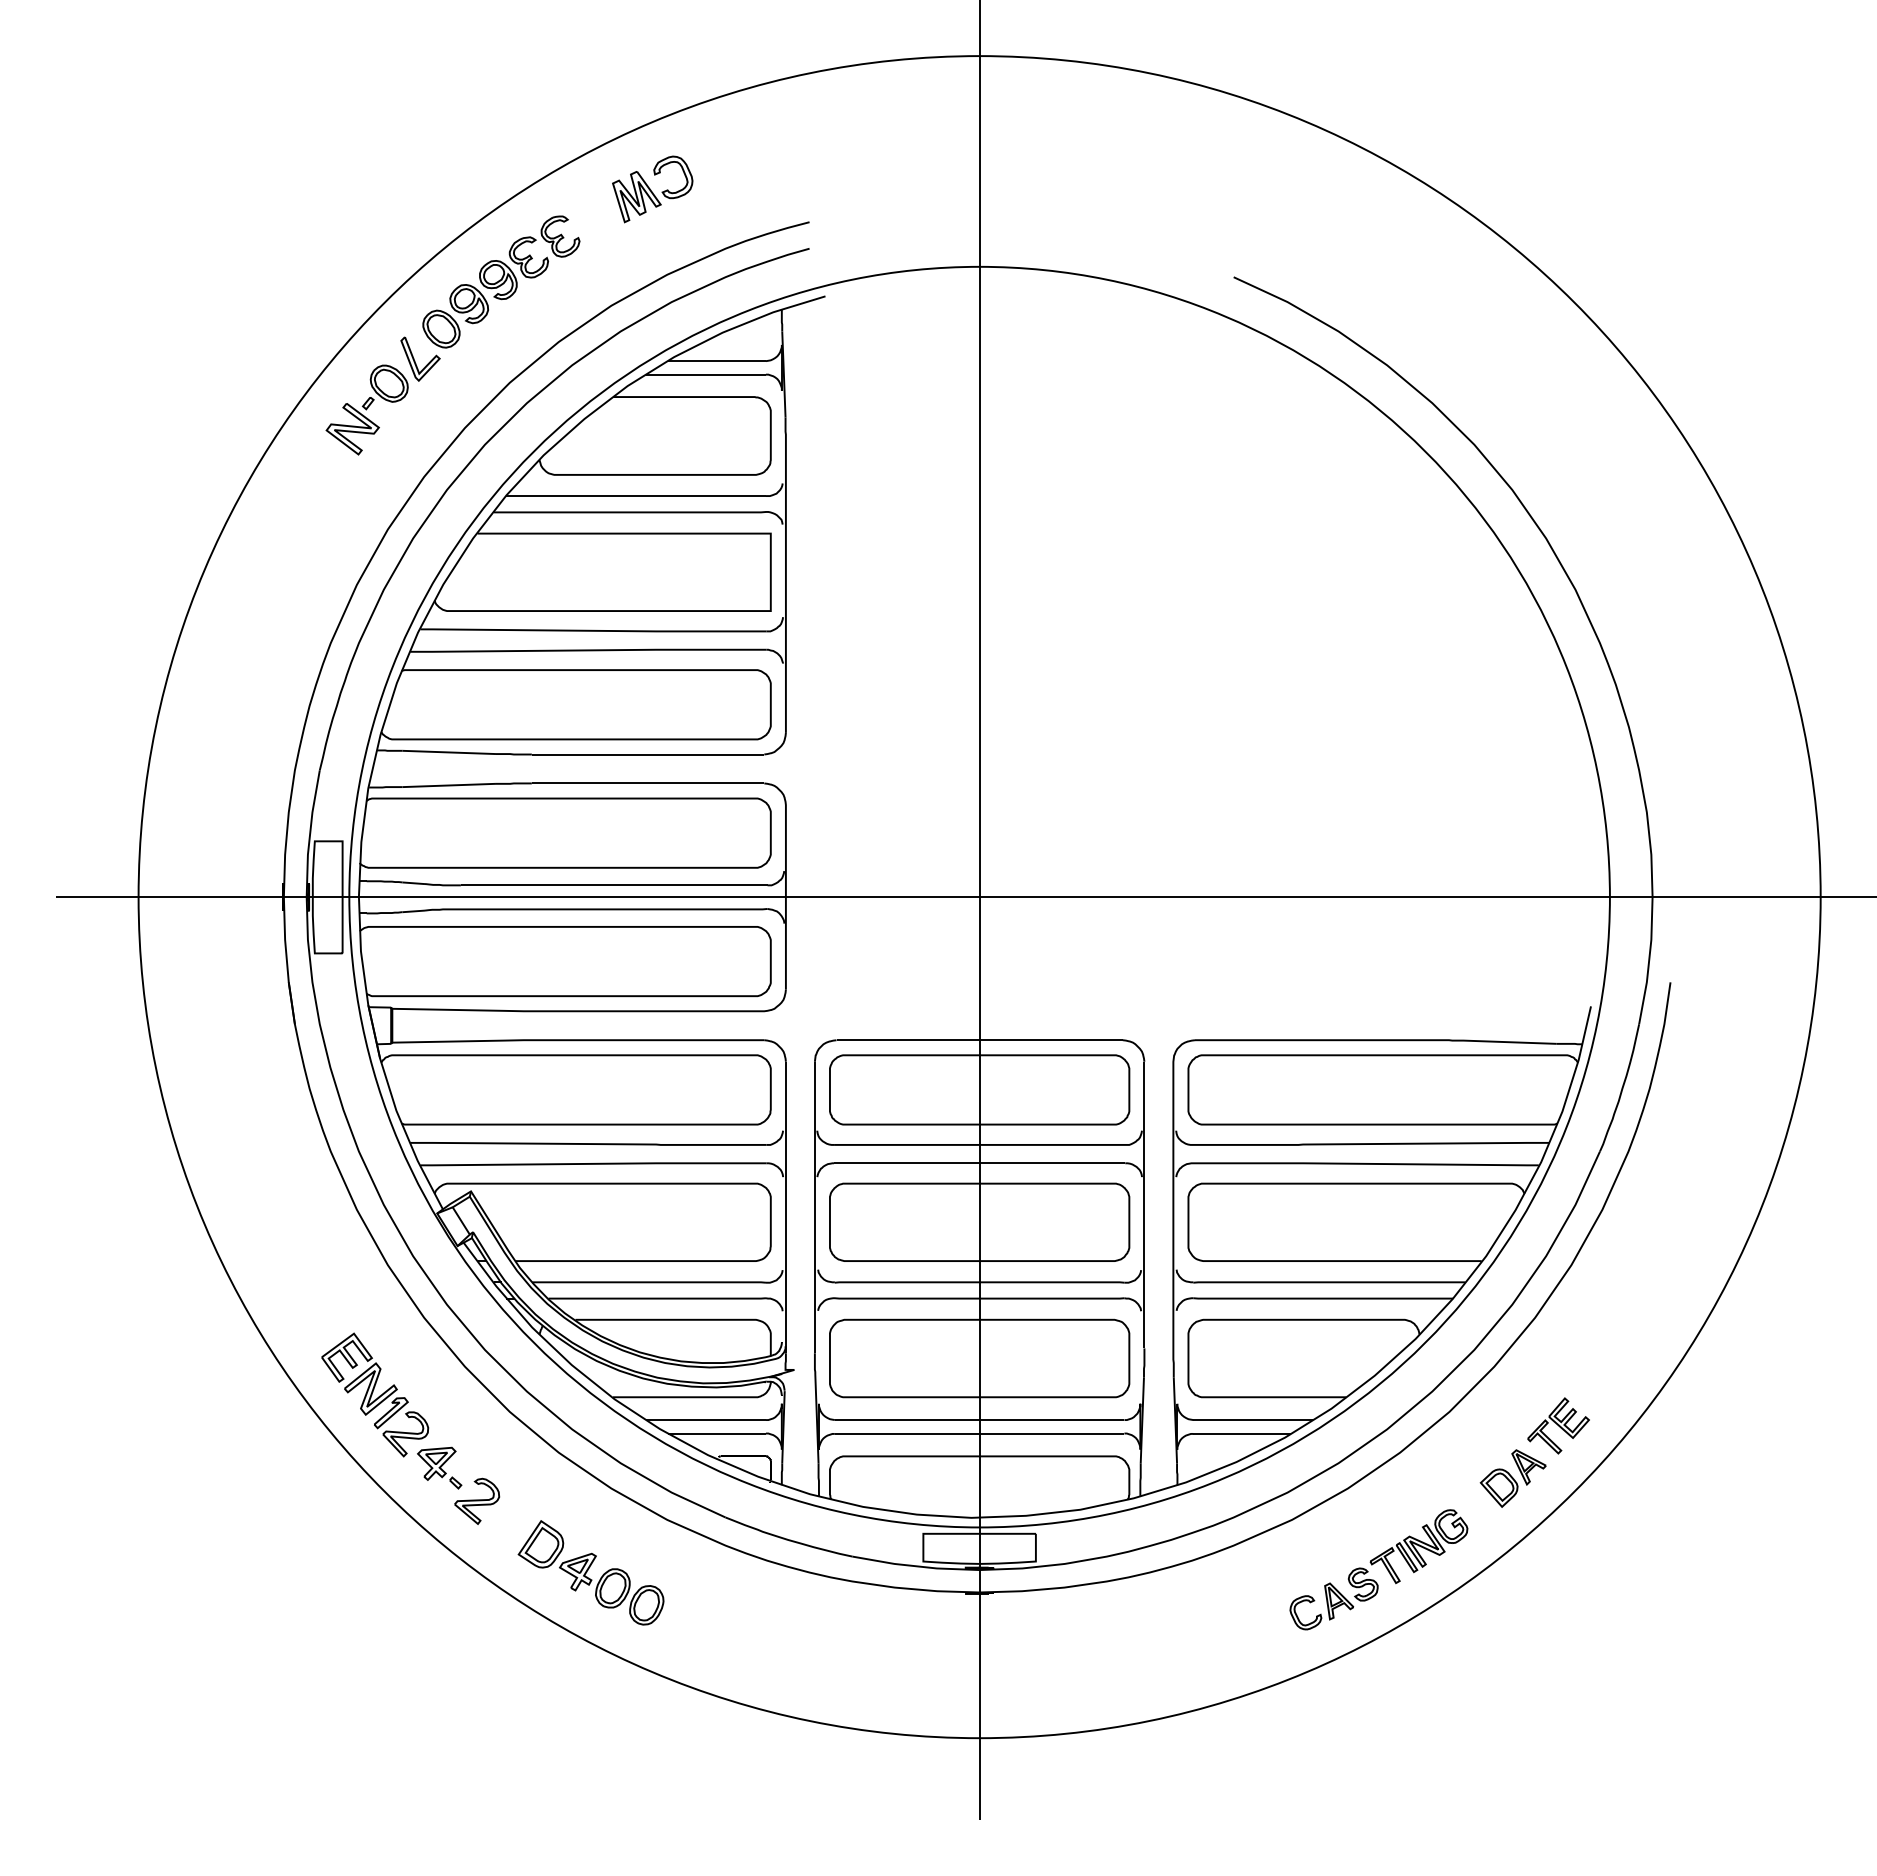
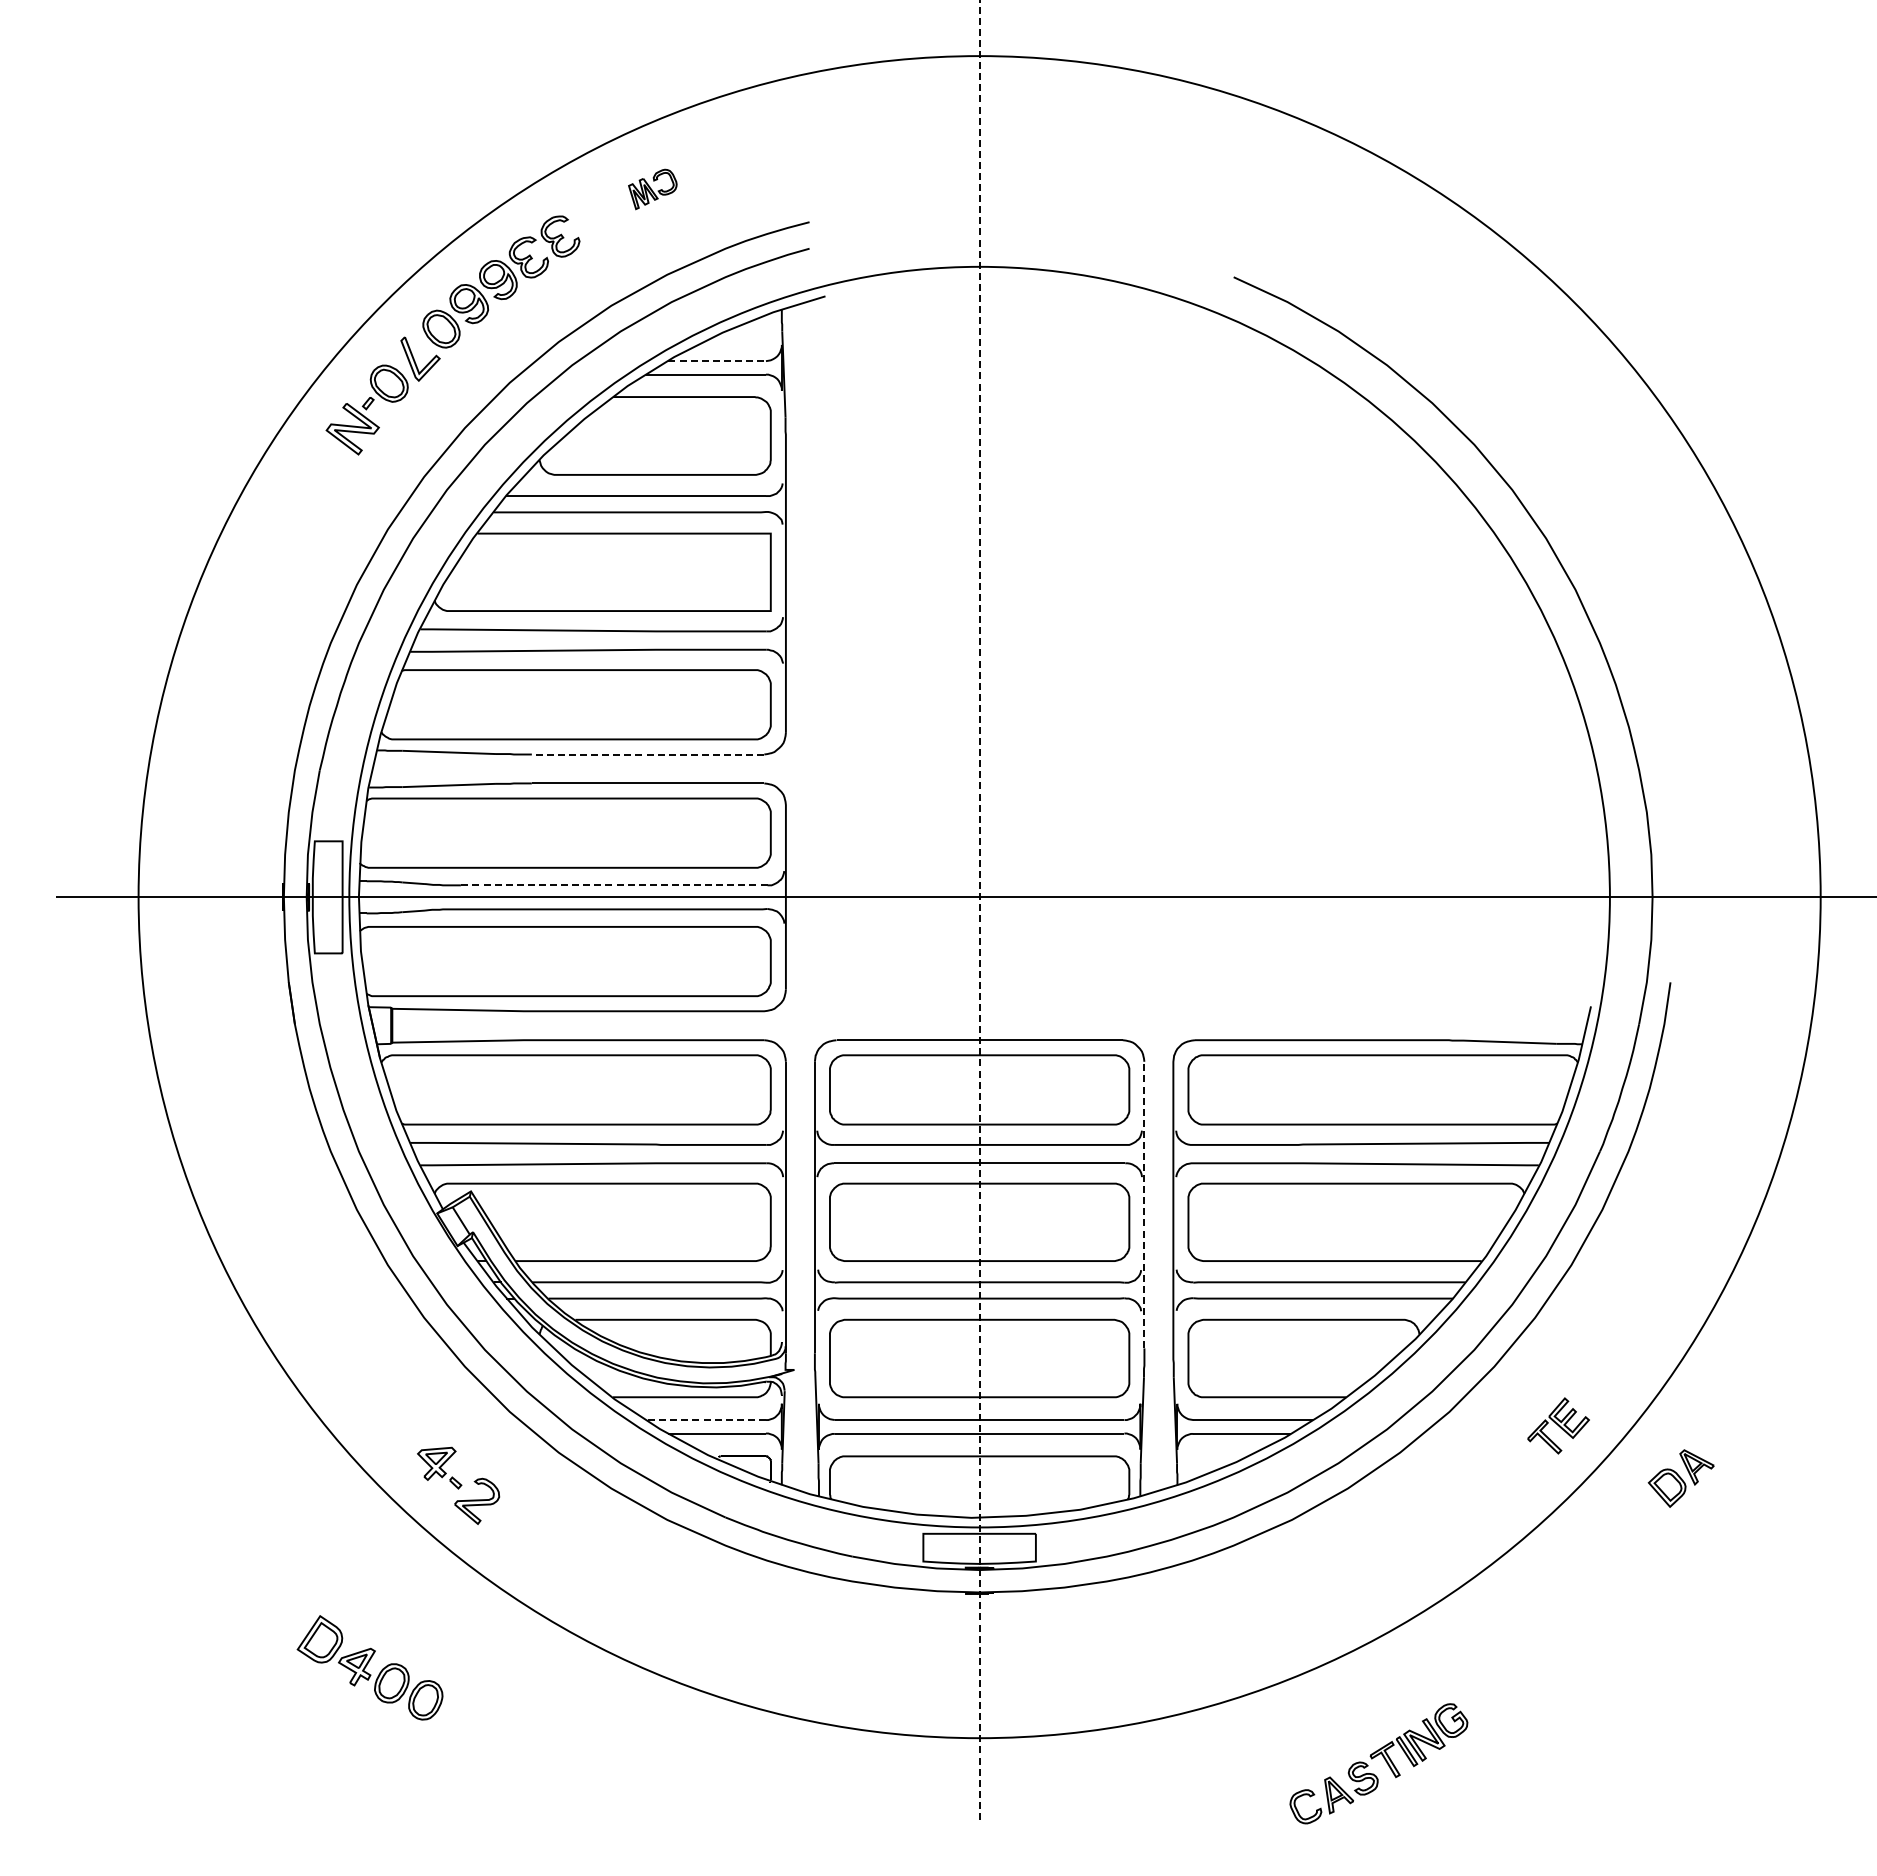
part at (652, 189) size: 82x69 px -> 50x43 px
line at (716, 361): solid -> dashed
line at (647, 754): solid -> dashed
line at (614, 885): solid -> dashed
line at (979, 910): solid -> dashed
line at (1144, 1204): solid -> dashed
part at (375, 1394): present -> none
line at (706, 1420): solid -> dashed
part at (1512, 1478) position: (1512, 1478) -> (1680, 1478)
part at (1375, 1563) position: (1375, 1563) -> (1375, 1757)
part at (590, 1572) position: (590, 1572) -> (369, 1667)
